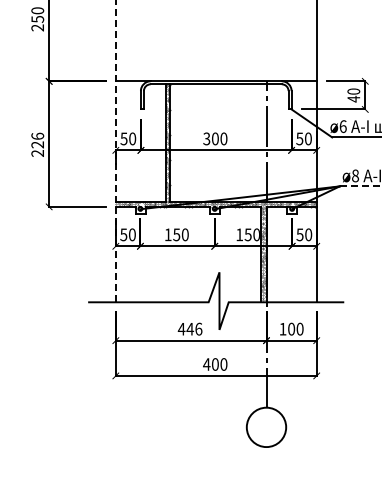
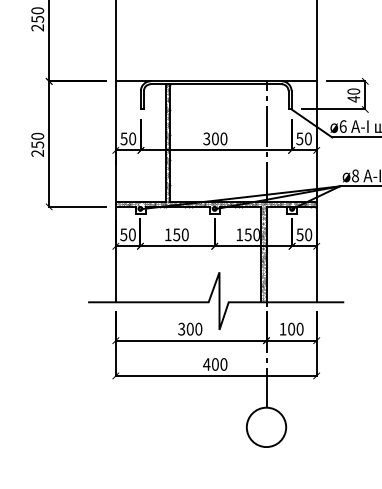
text at (37, 140): 226 -> 250
line at (115, 151): dashed -> solid
line at (360, 186): dashed -> solid
text at (189, 328): 446 -> 300
